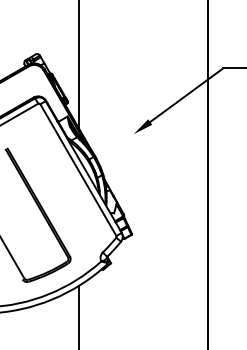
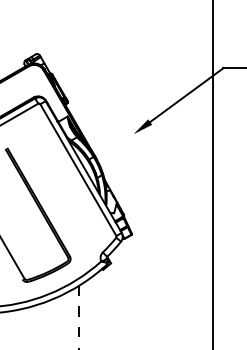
line at (79, 65): present -> none
line at (207, 174) position: (207, 174) -> (212, 174)
line at (79, 317): solid -> dashed
